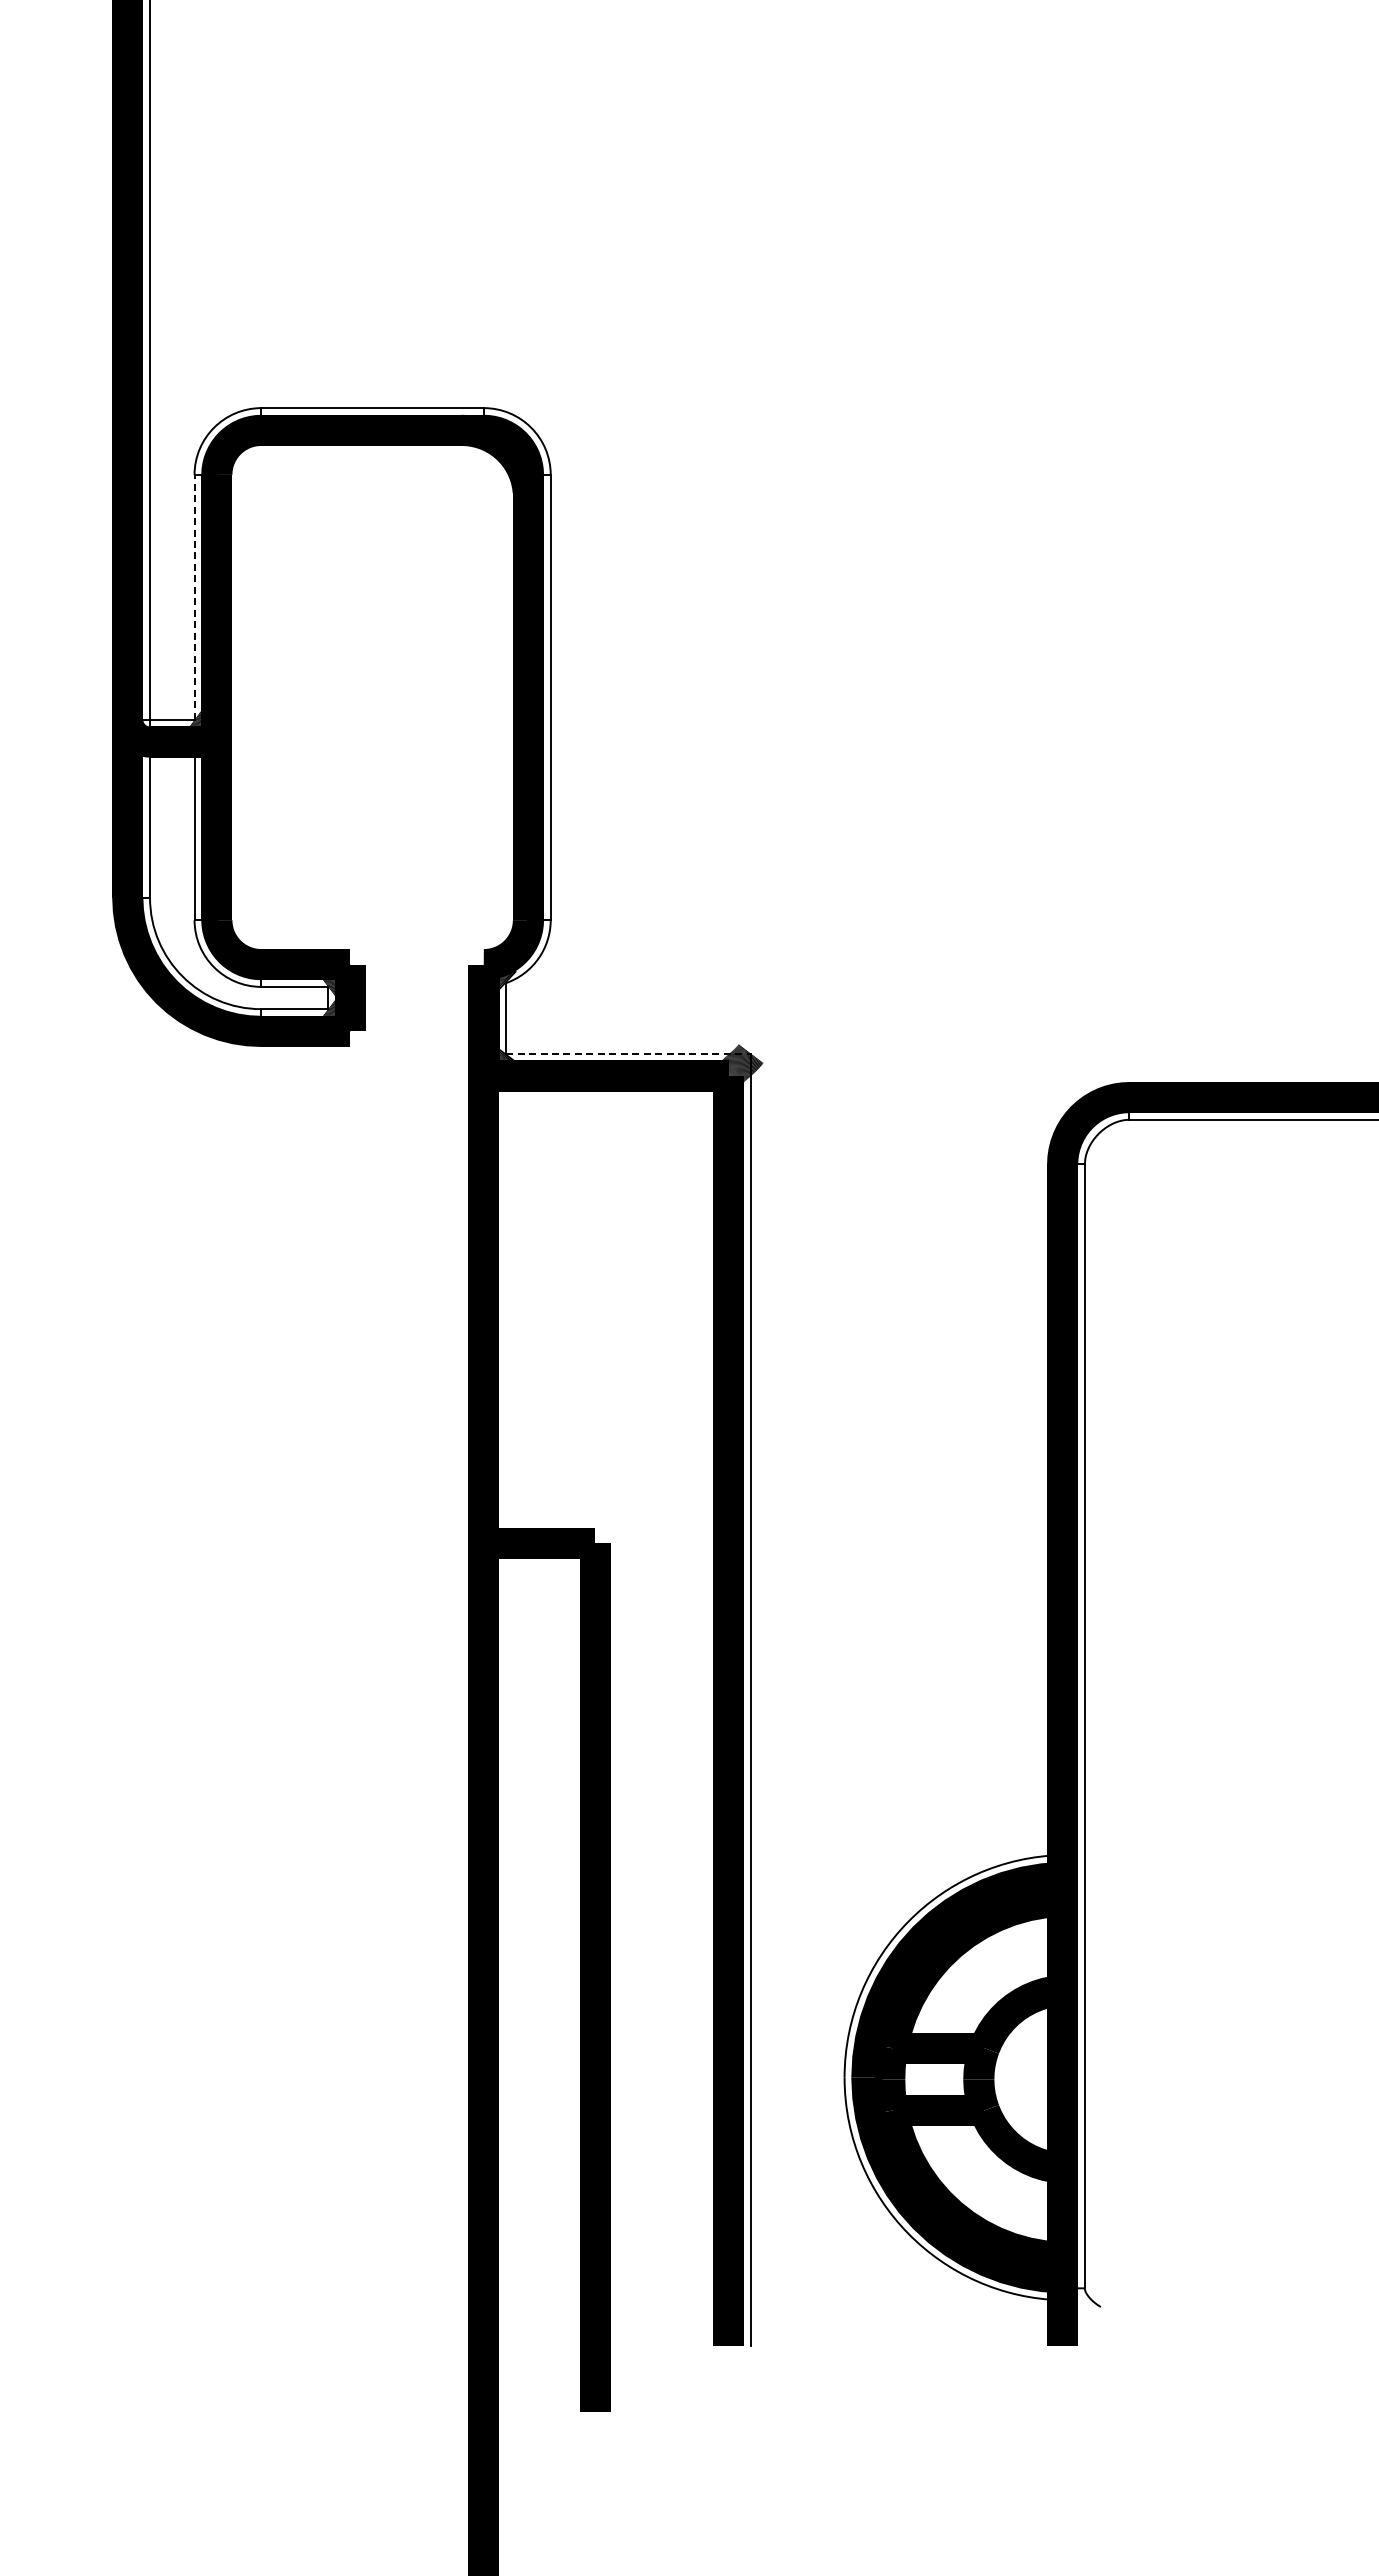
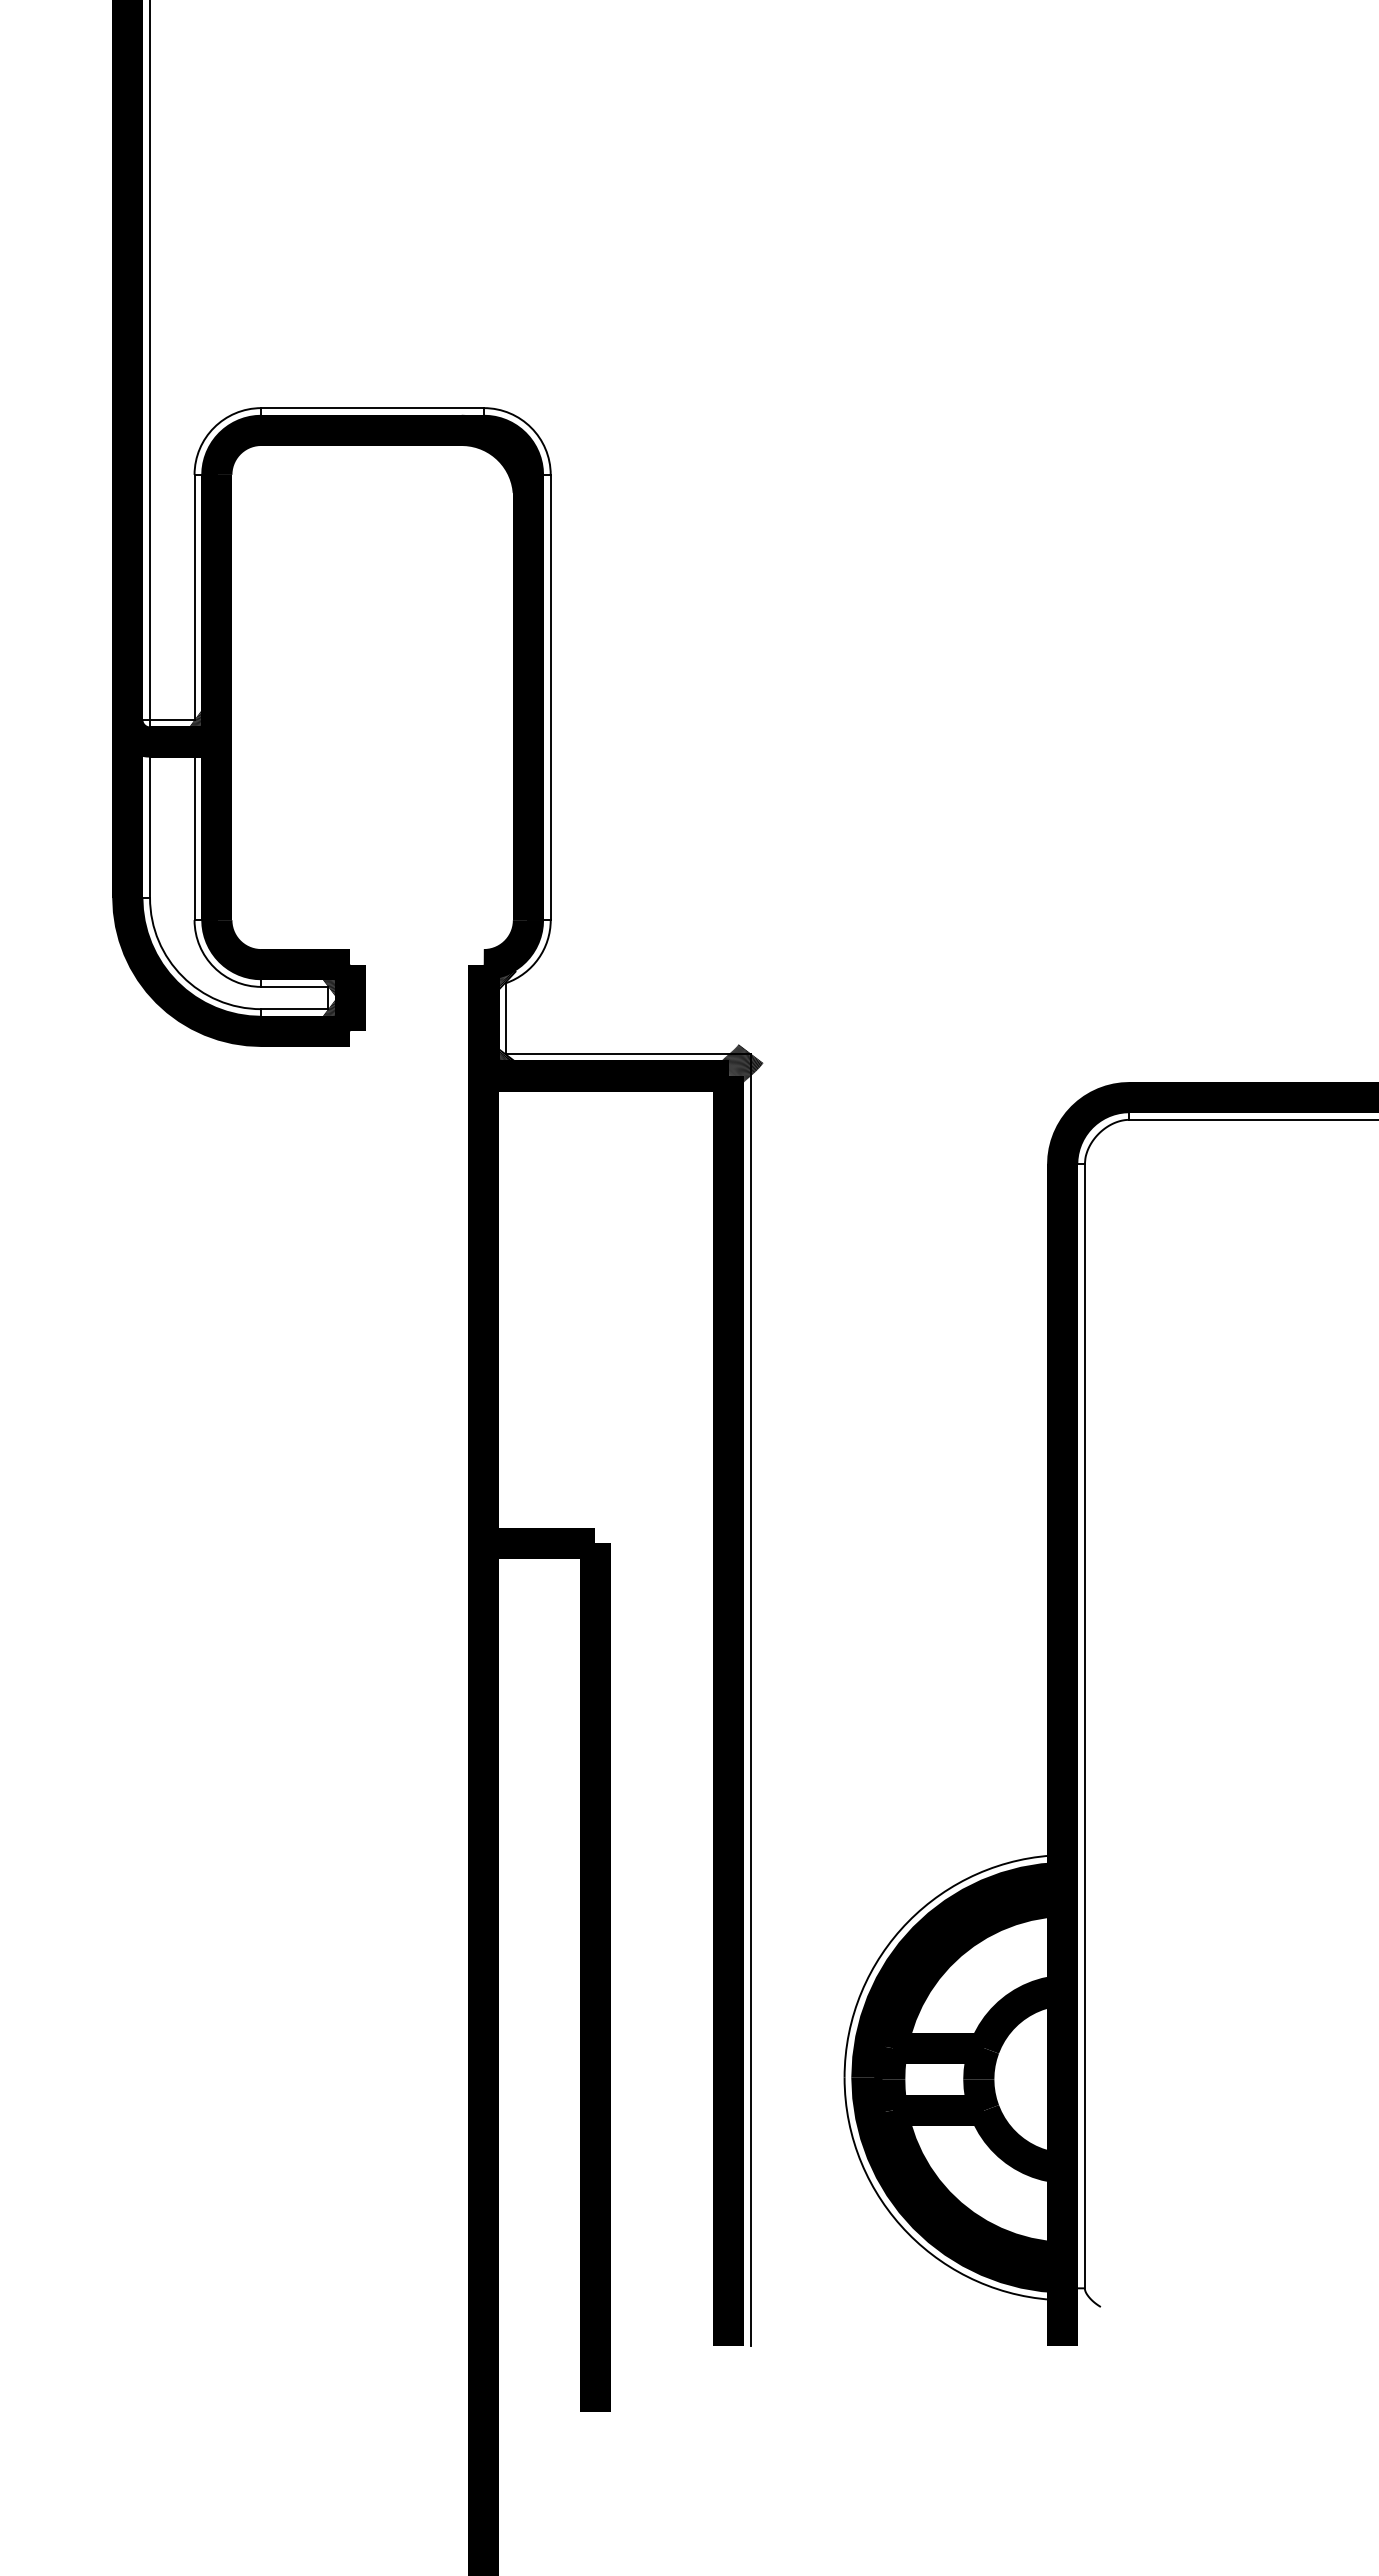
line at (194, 596): dashed -> solid
line at (629, 1053): dashed -> solid
